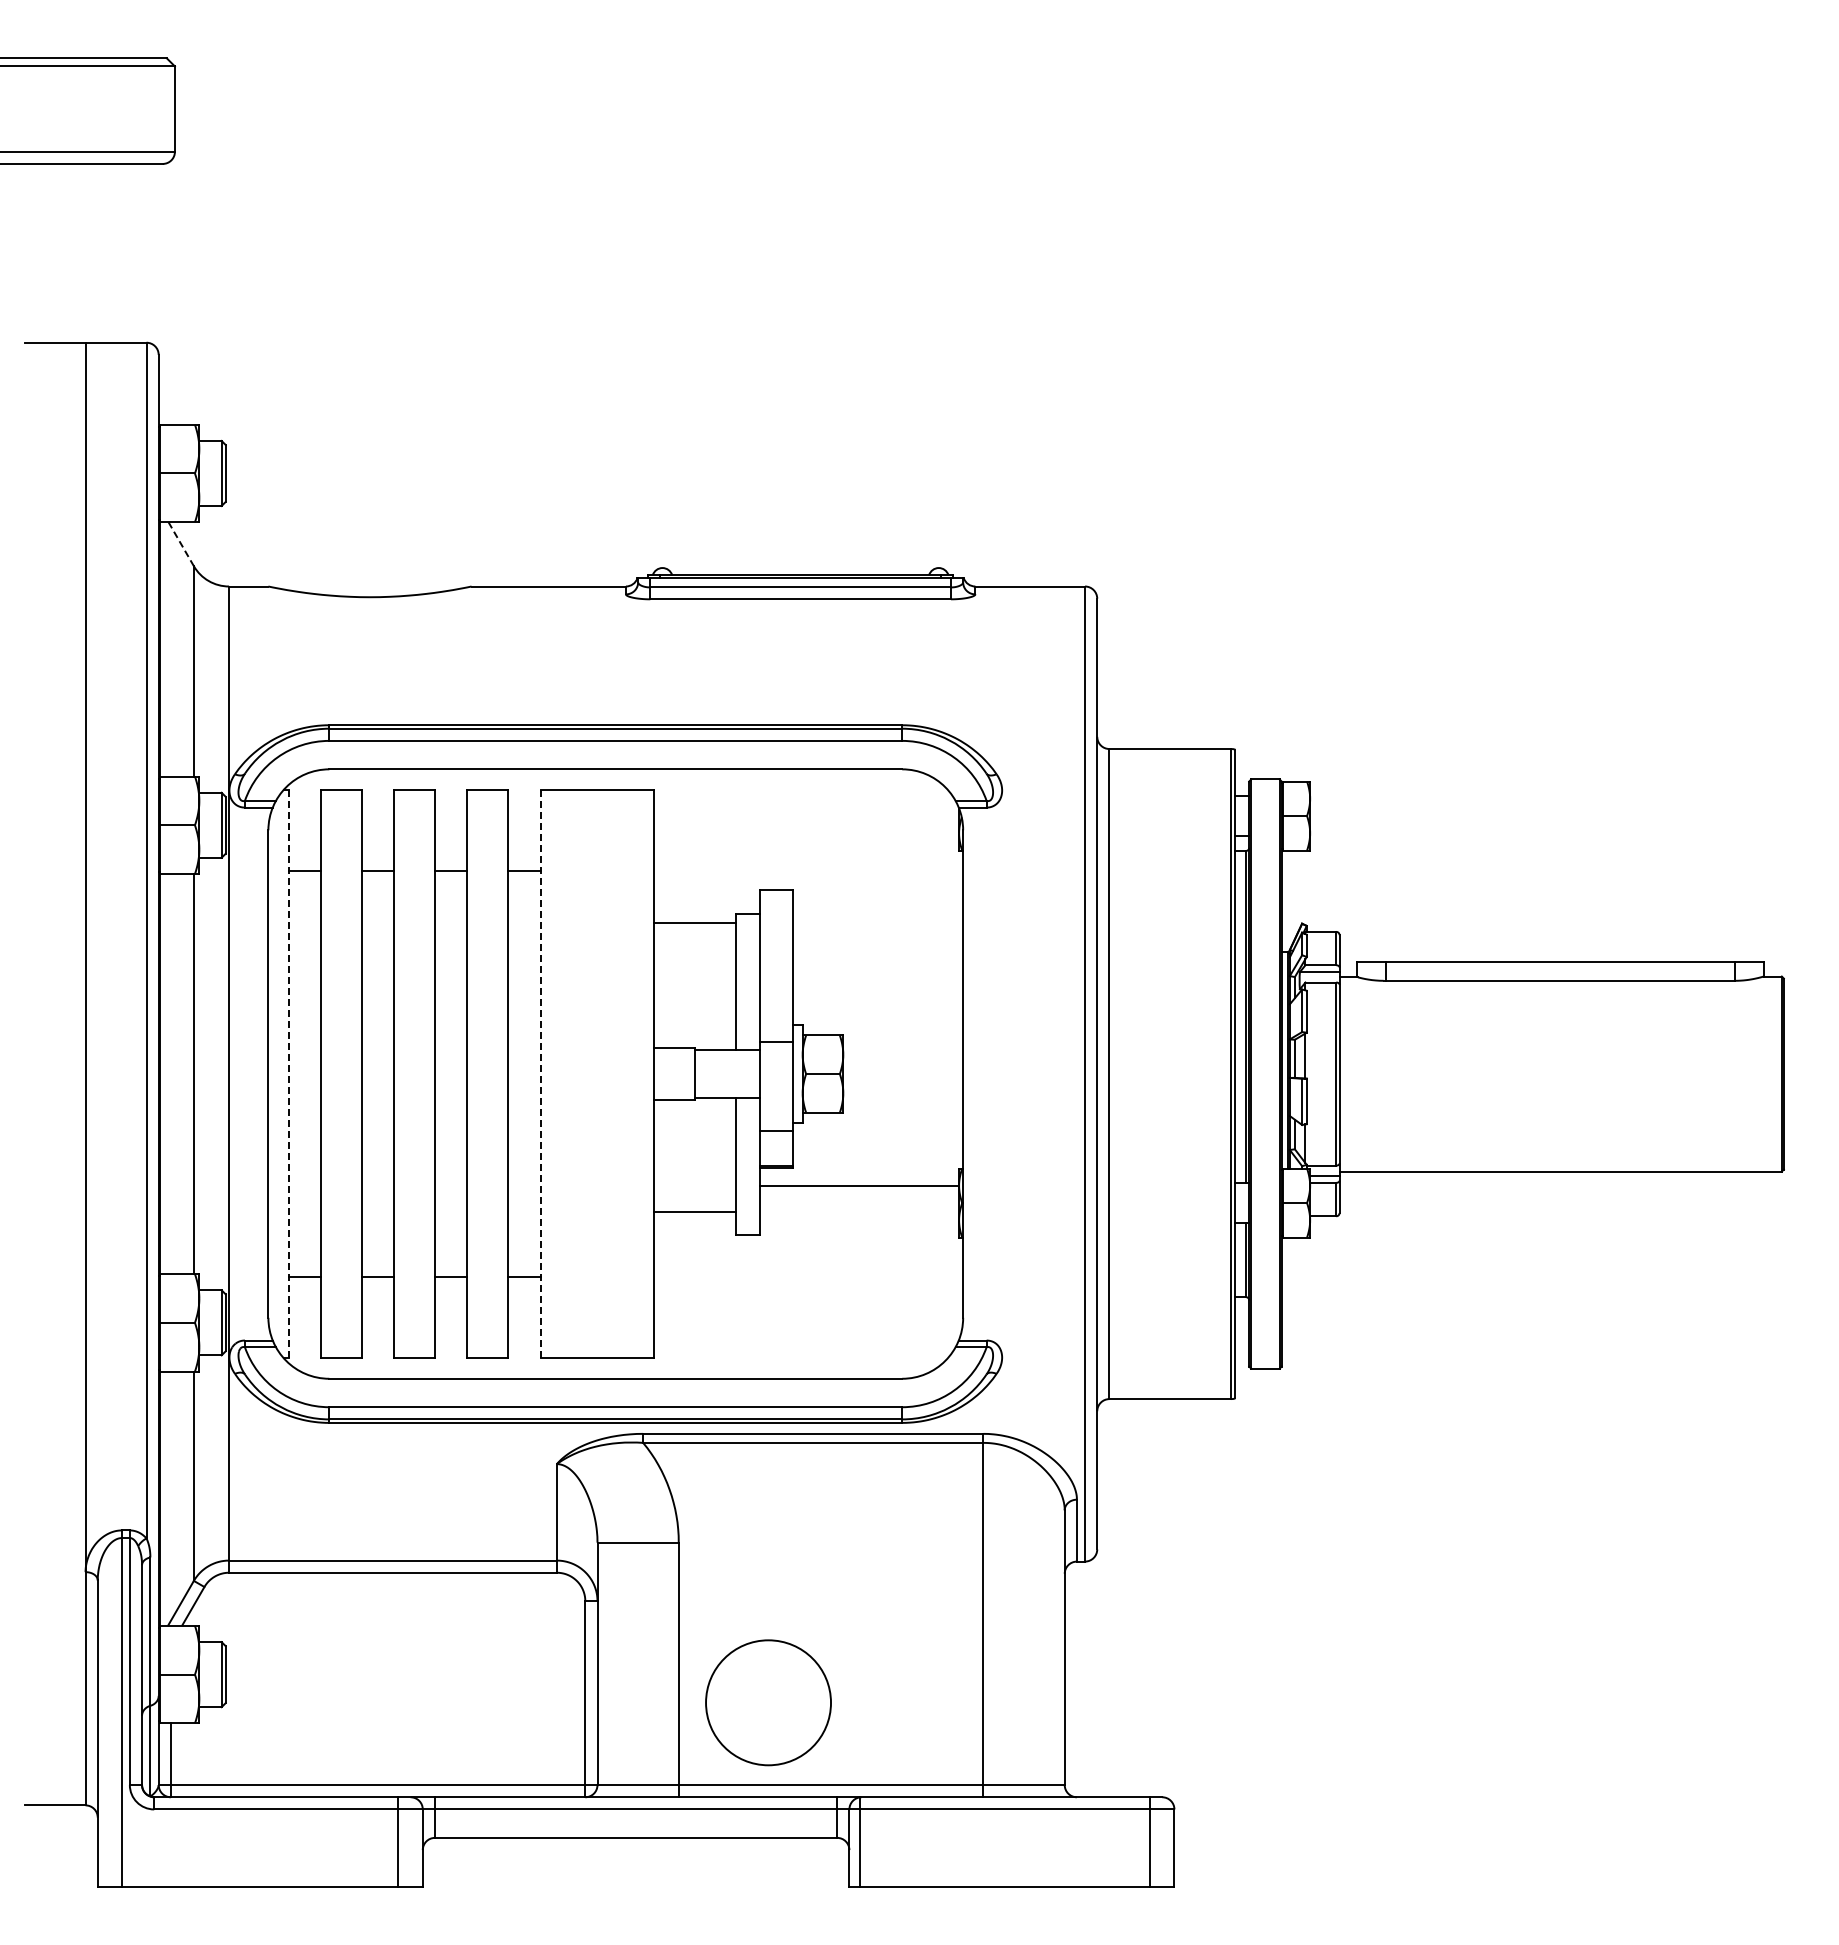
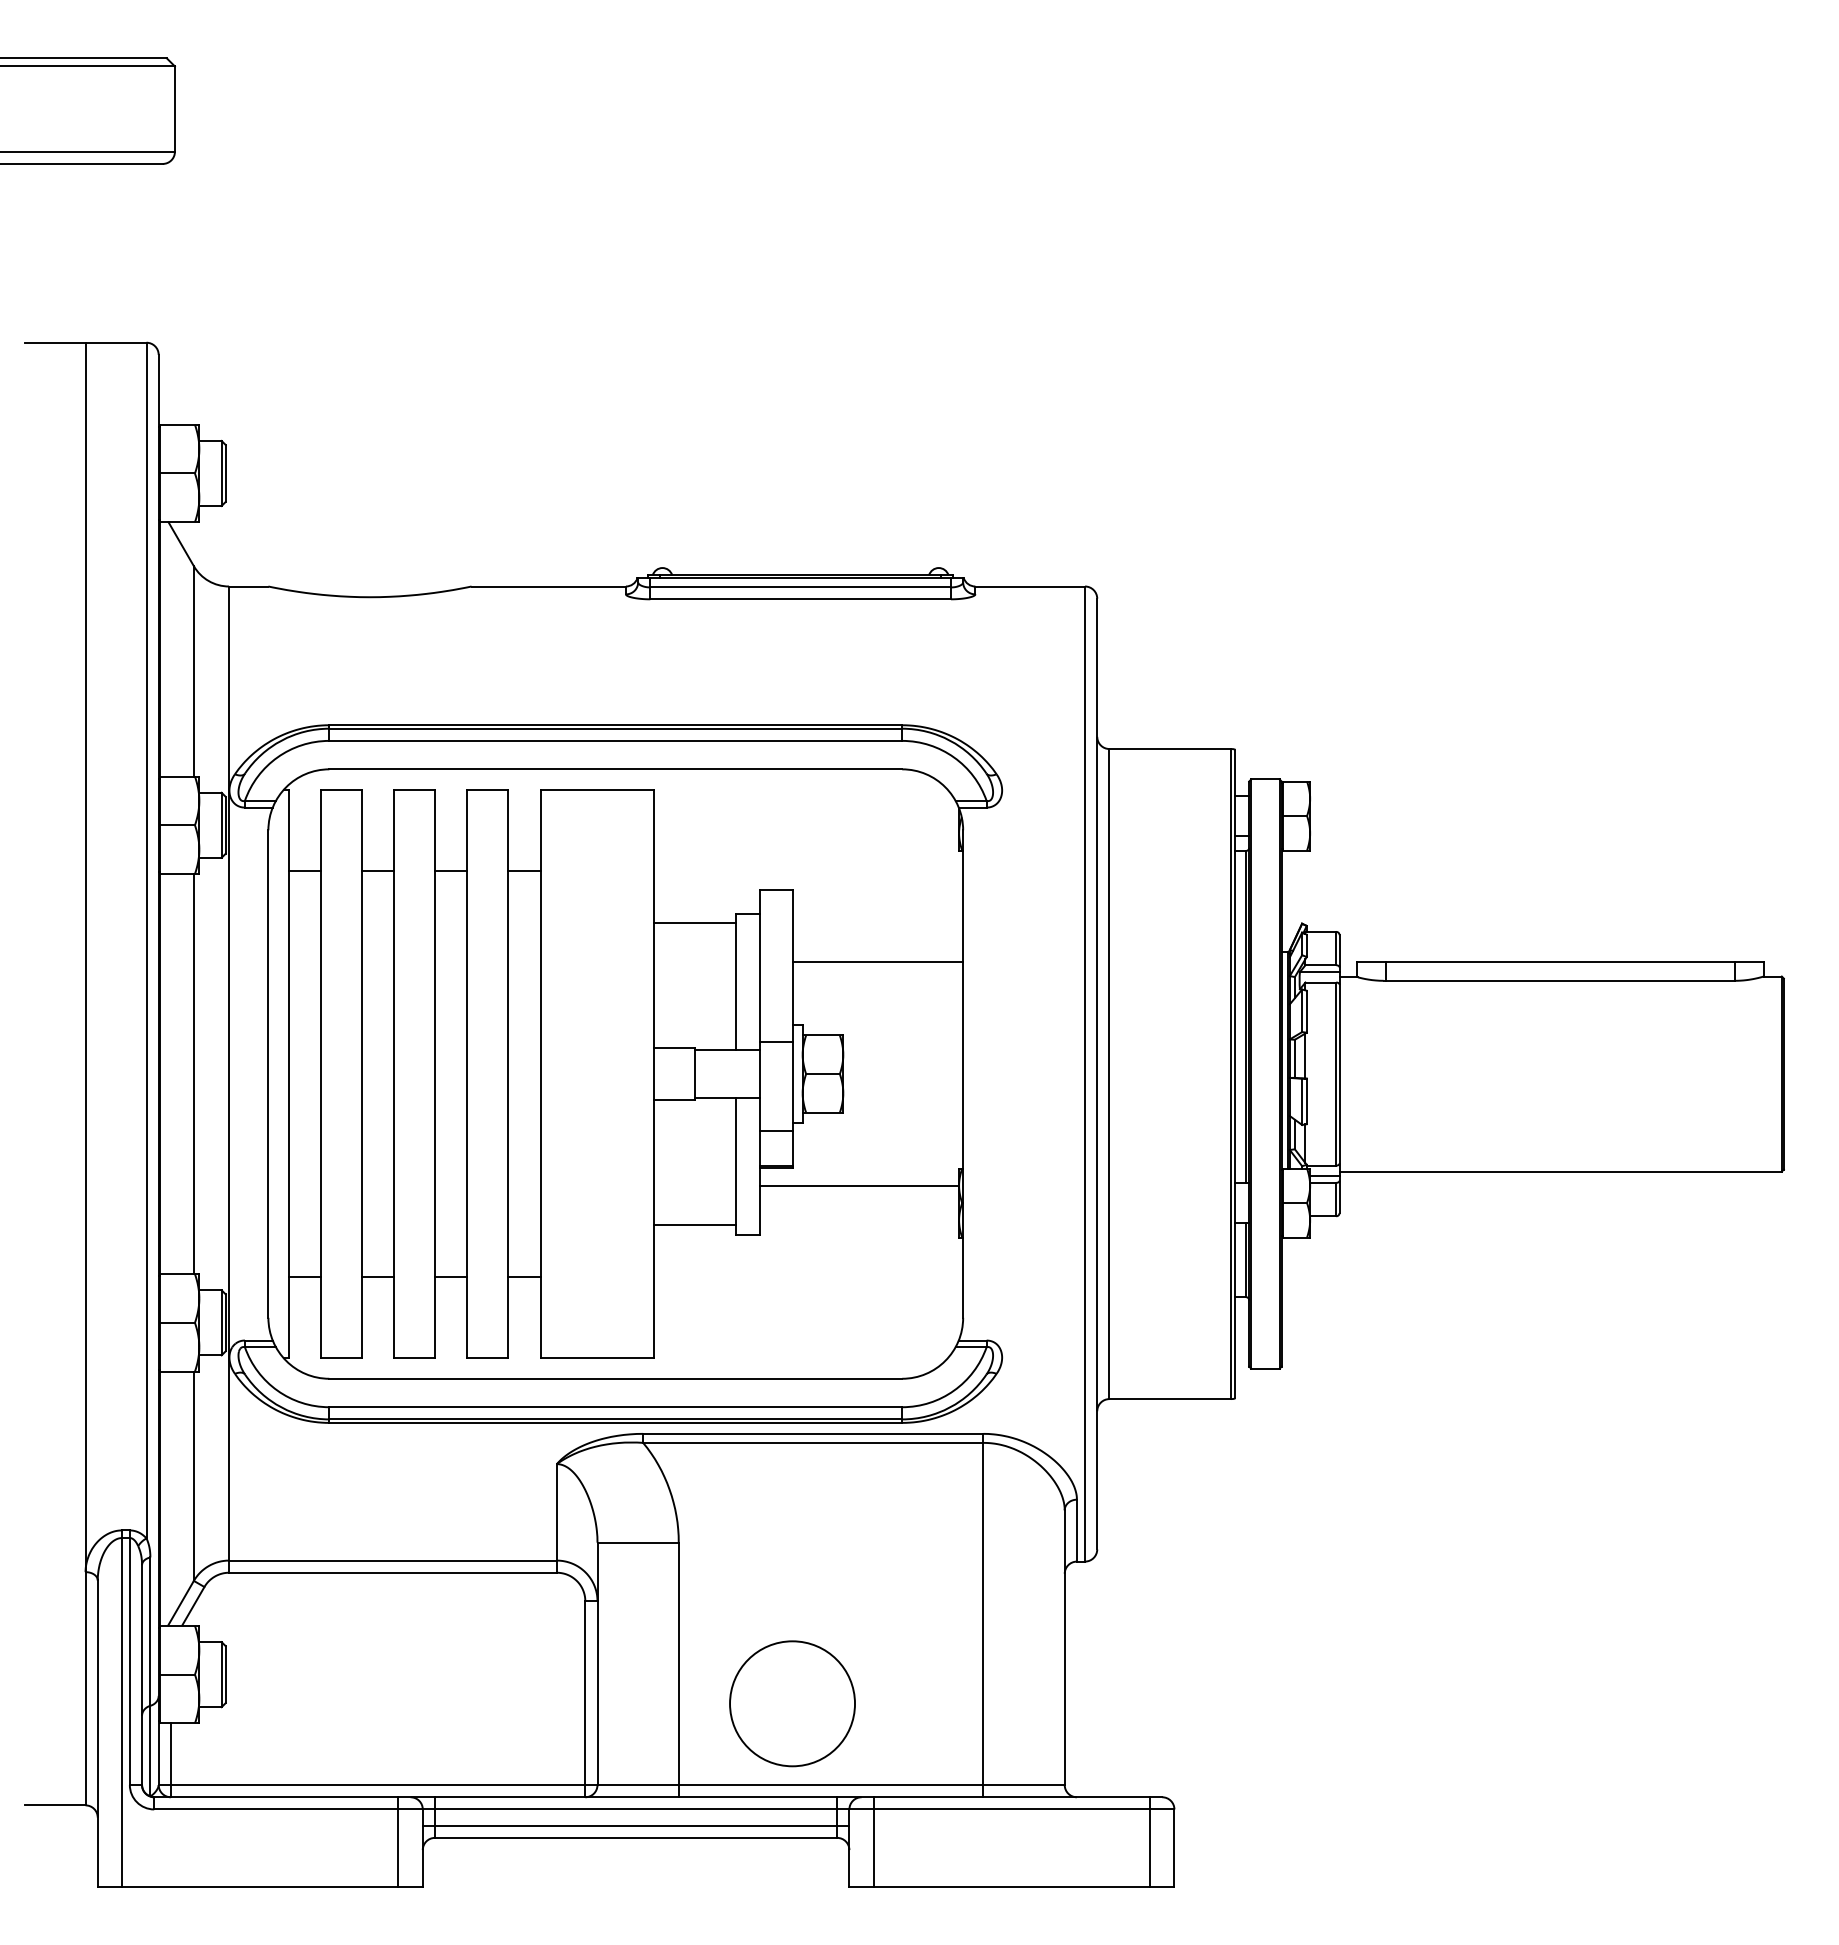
line at (181, 544): dashed -> solid
line at (877, 962): none -> present
line at (288, 1073): dashed -> solid
line at (540, 1073): dashed -> solid
line at (694, 1212) position: (694, 1212) -> (694, 1225)
circle at (768, 1702) position: (768, 1702) -> (792, 1703)
line at (635, 1825): none -> present
line at (859, 1841) position: (859, 1841) -> (873, 1841)
